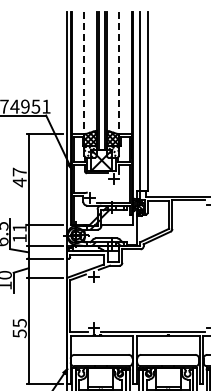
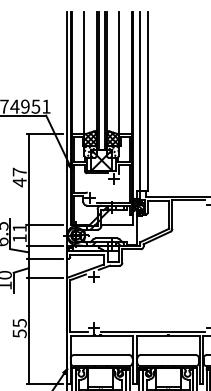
line at (84, 73): dashed -> solid
line at (119, 73): dashed -> solid
